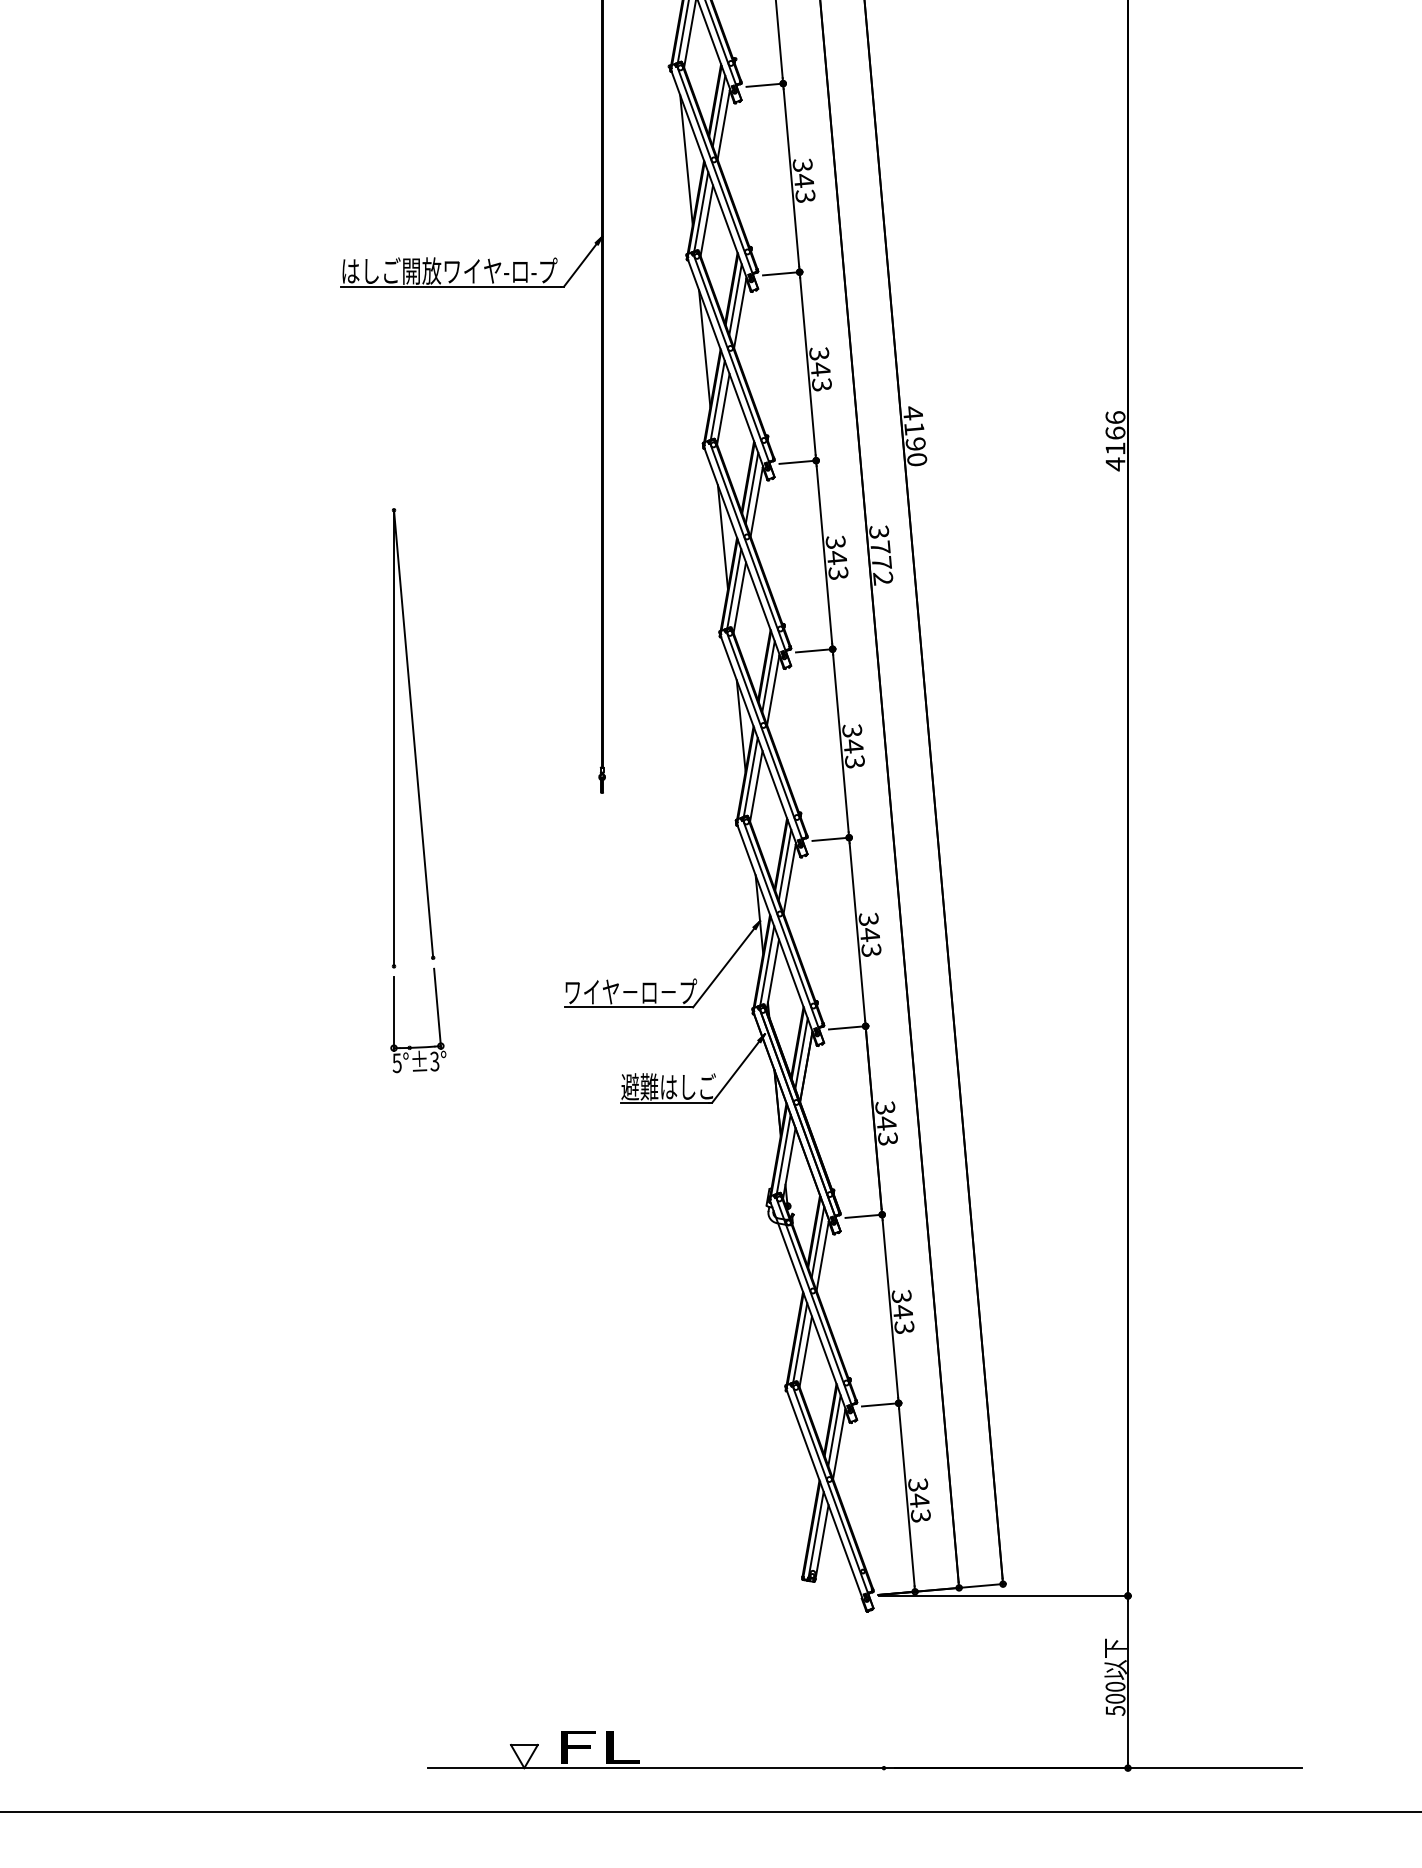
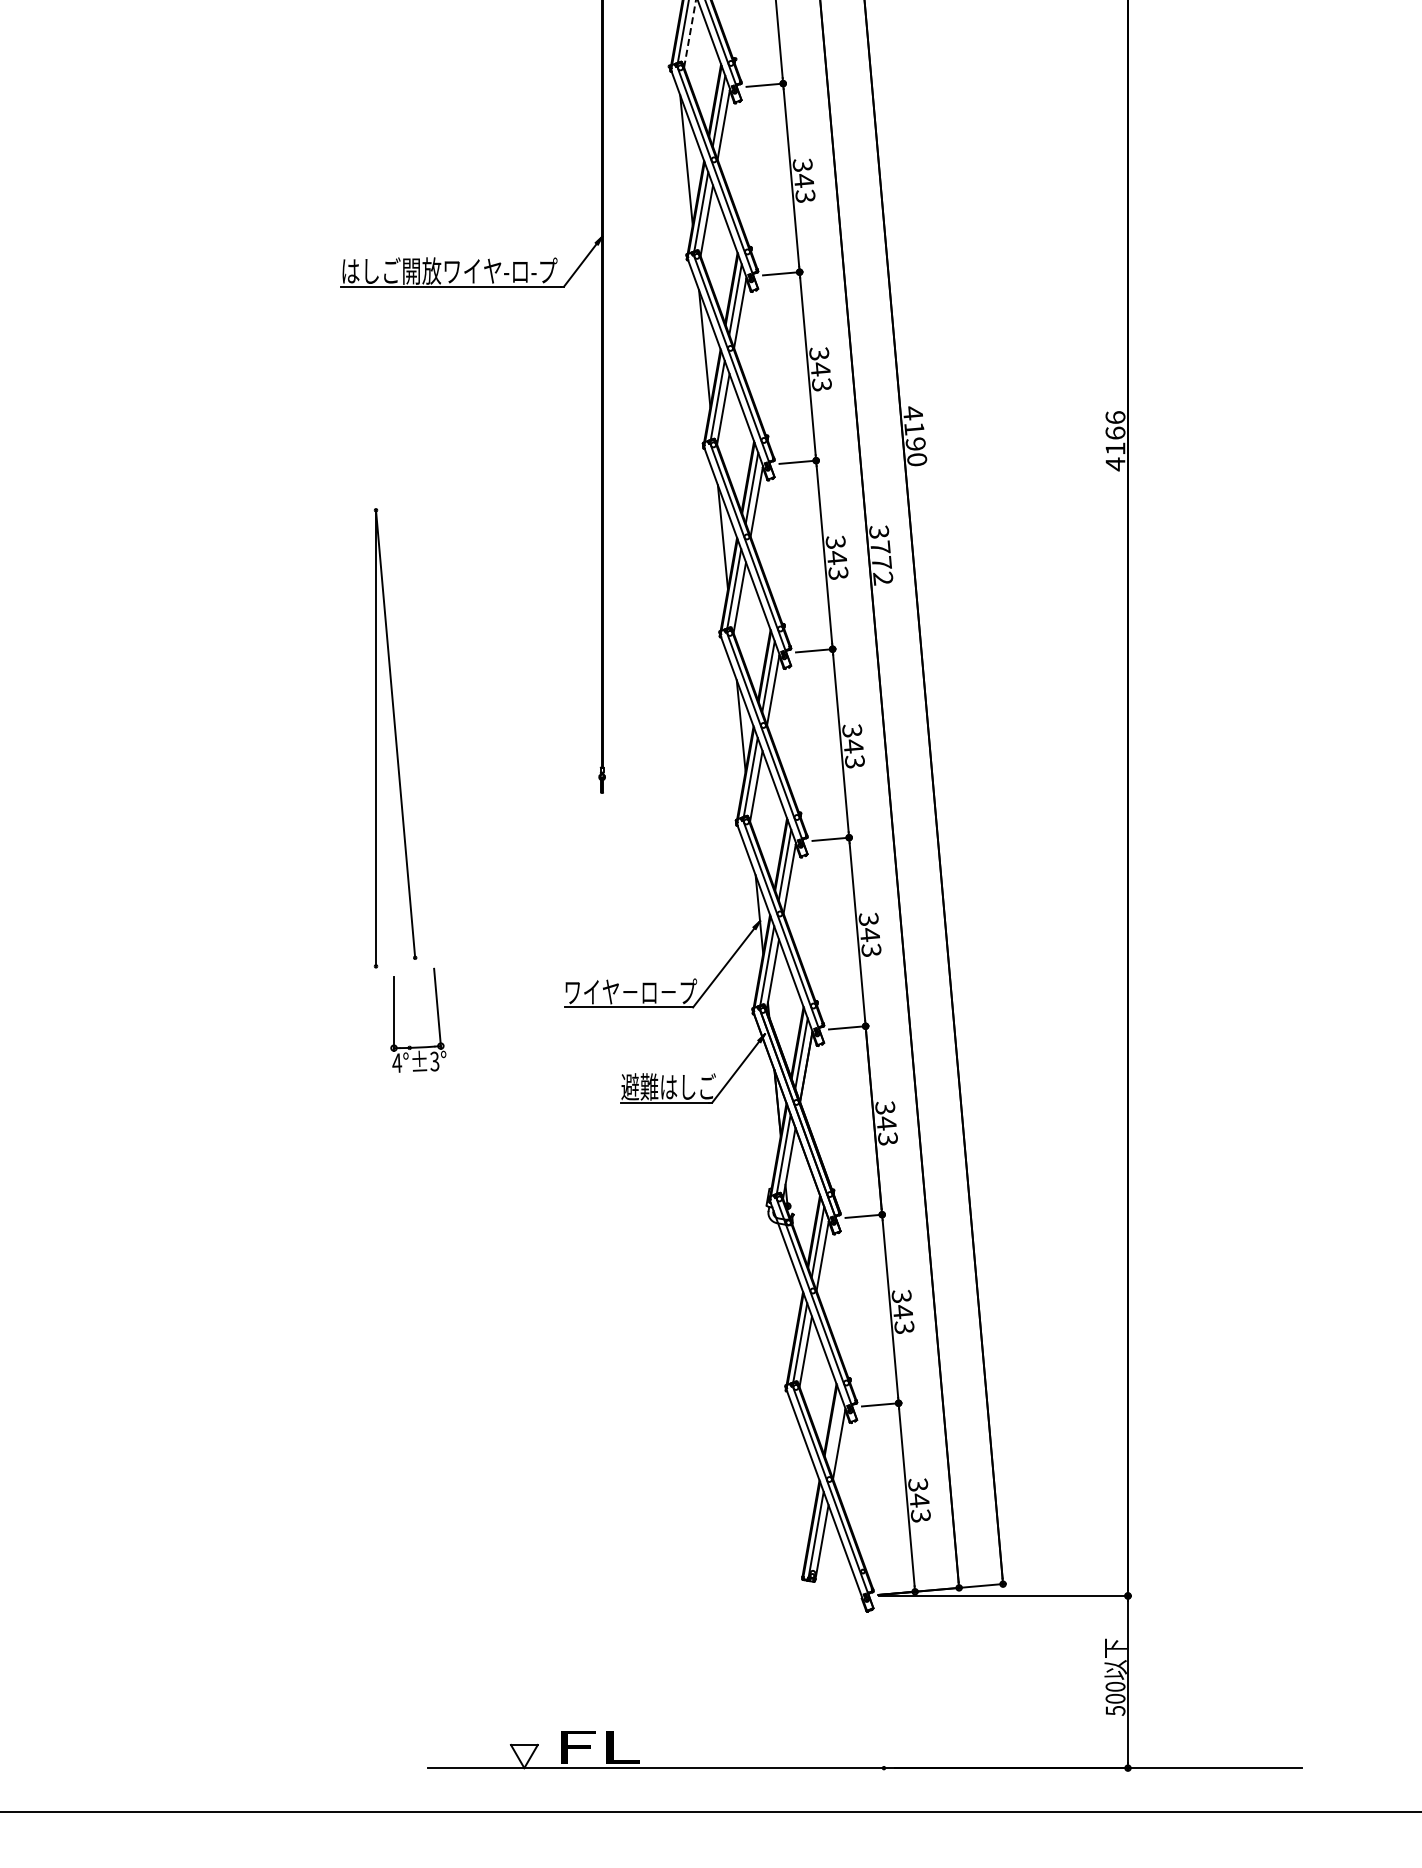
line at (690, 34): solid -> dashed
part at (413, 738) position: (413, 738) -> (395, 738)
text at (397, 1063): 5°±3° -> 4°±3°
line at (834, 1430): present -> none
